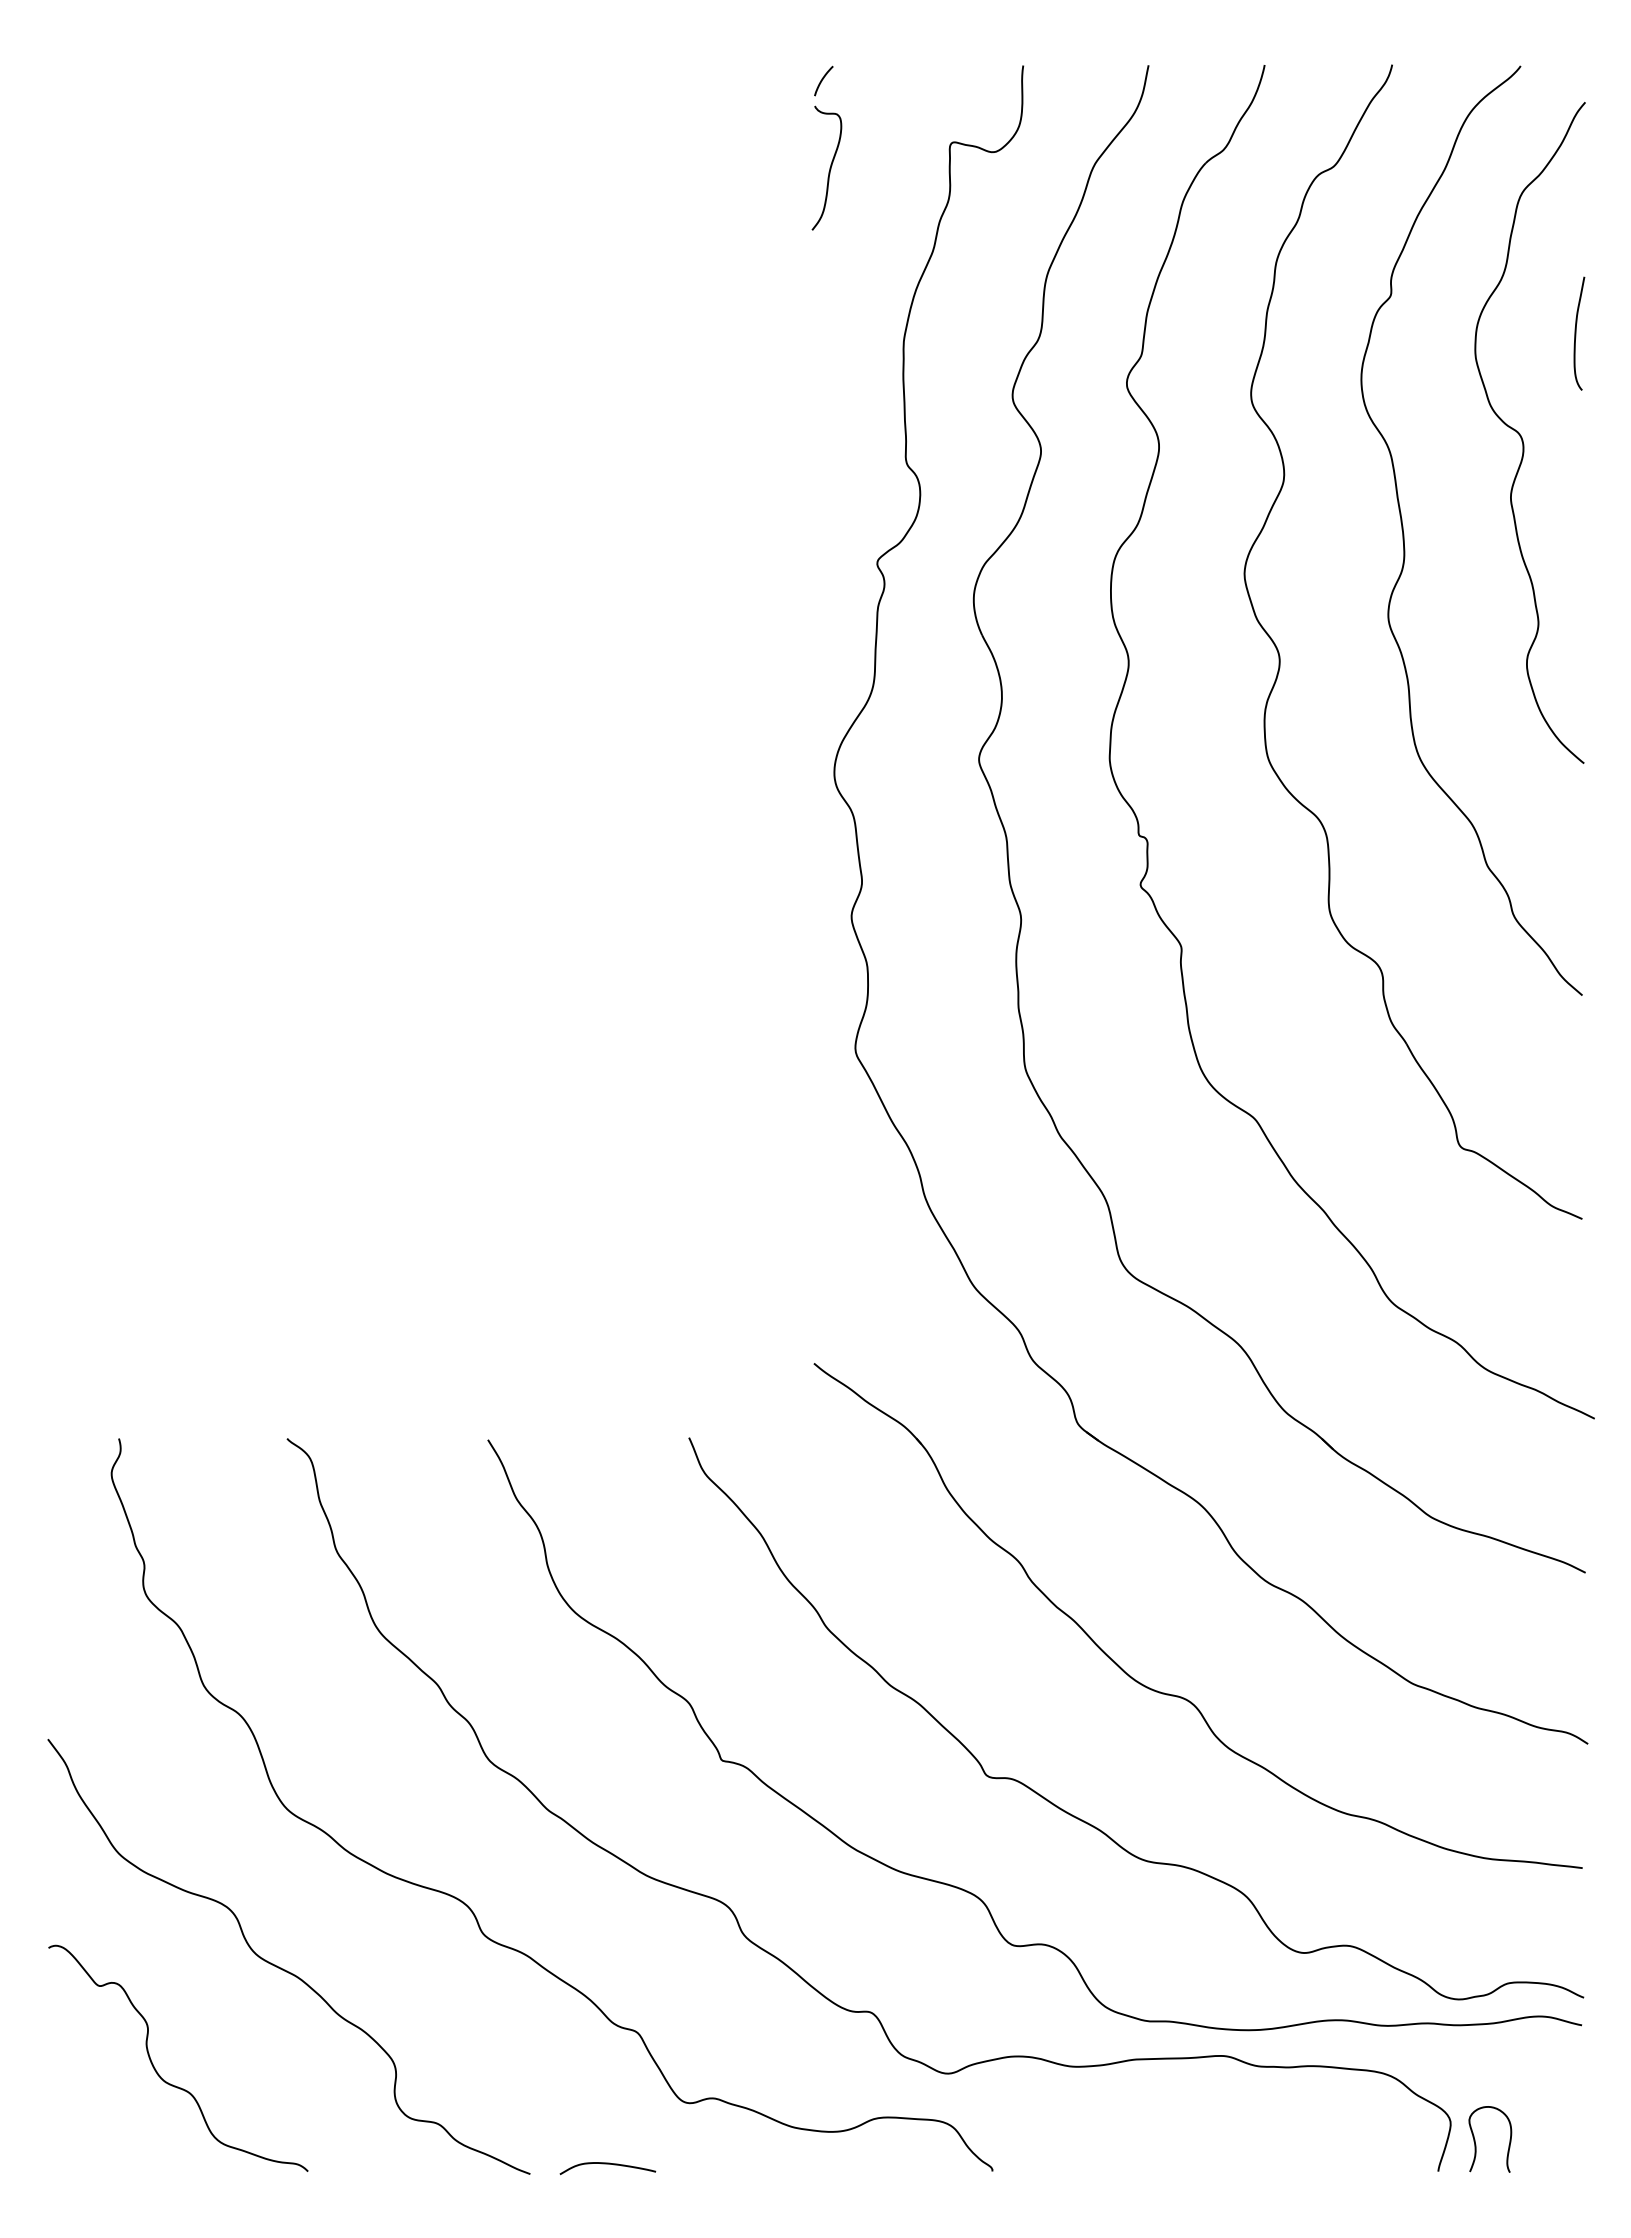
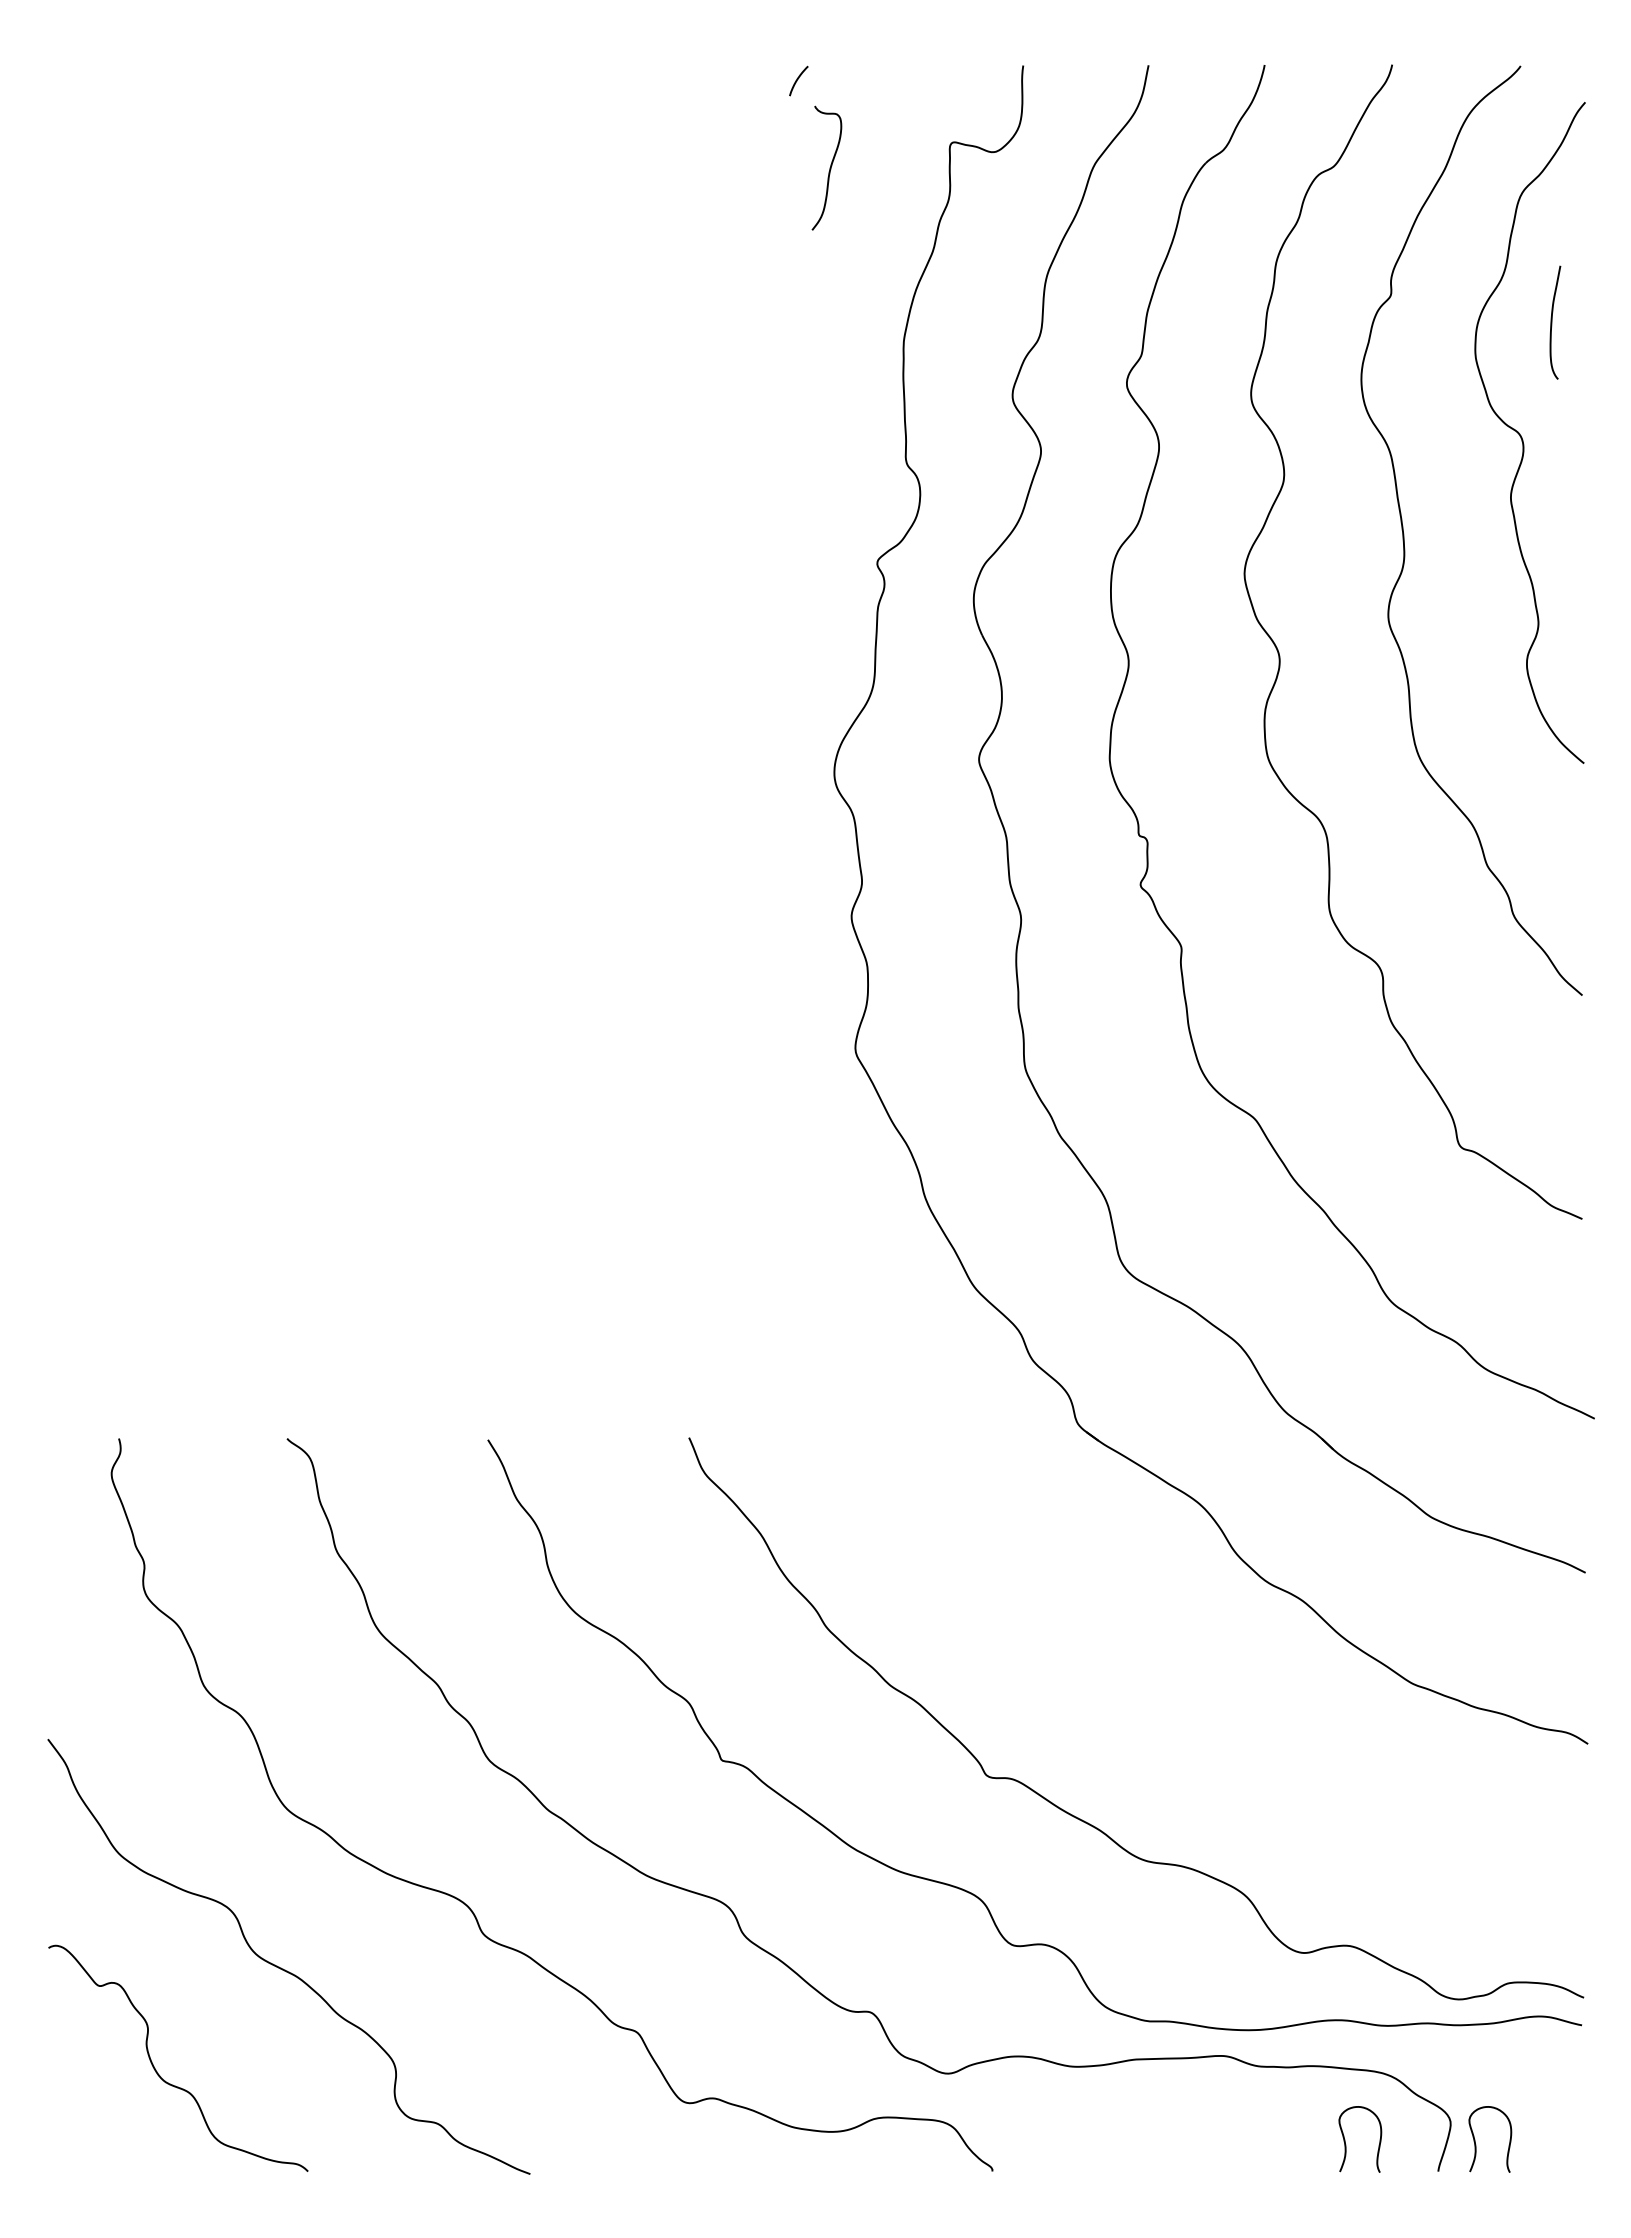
curve at (823, 79) position: (823, 79) -> (798, 79)
curve at (1576, 333) position: (1576, 333) -> (1552, 322)
part at (1178, 1695): present -> none
curve at (1346, 2144): none -> present
curve at (607, 2164): present -> none
